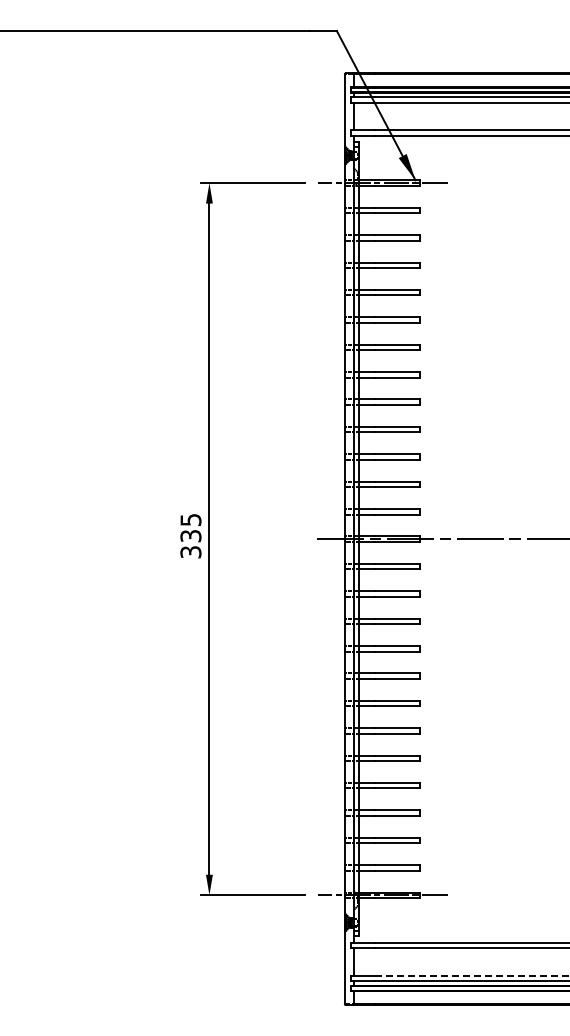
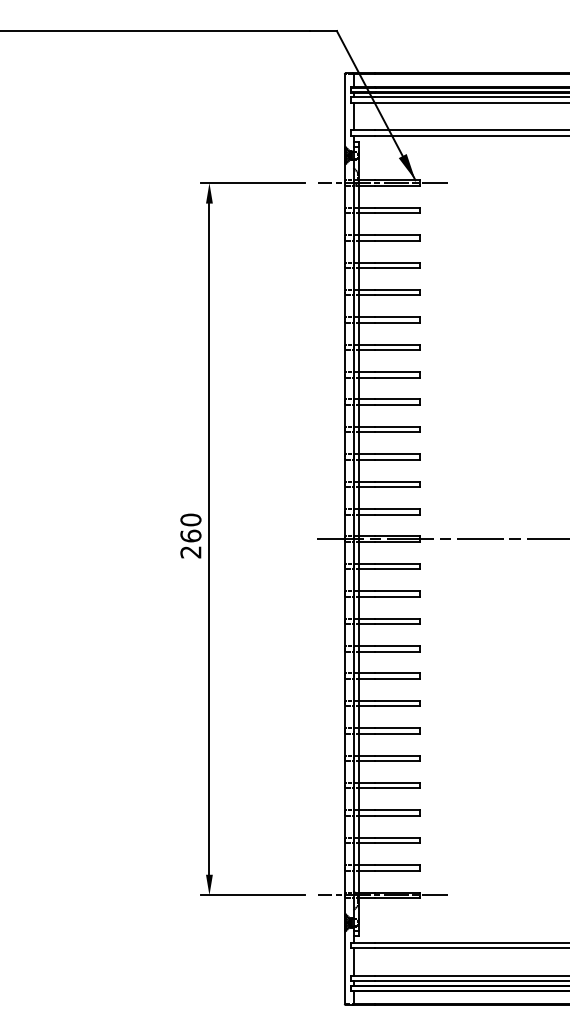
text at (190, 535): 335 -> 260
line at (472, 975): dashed -> solid
